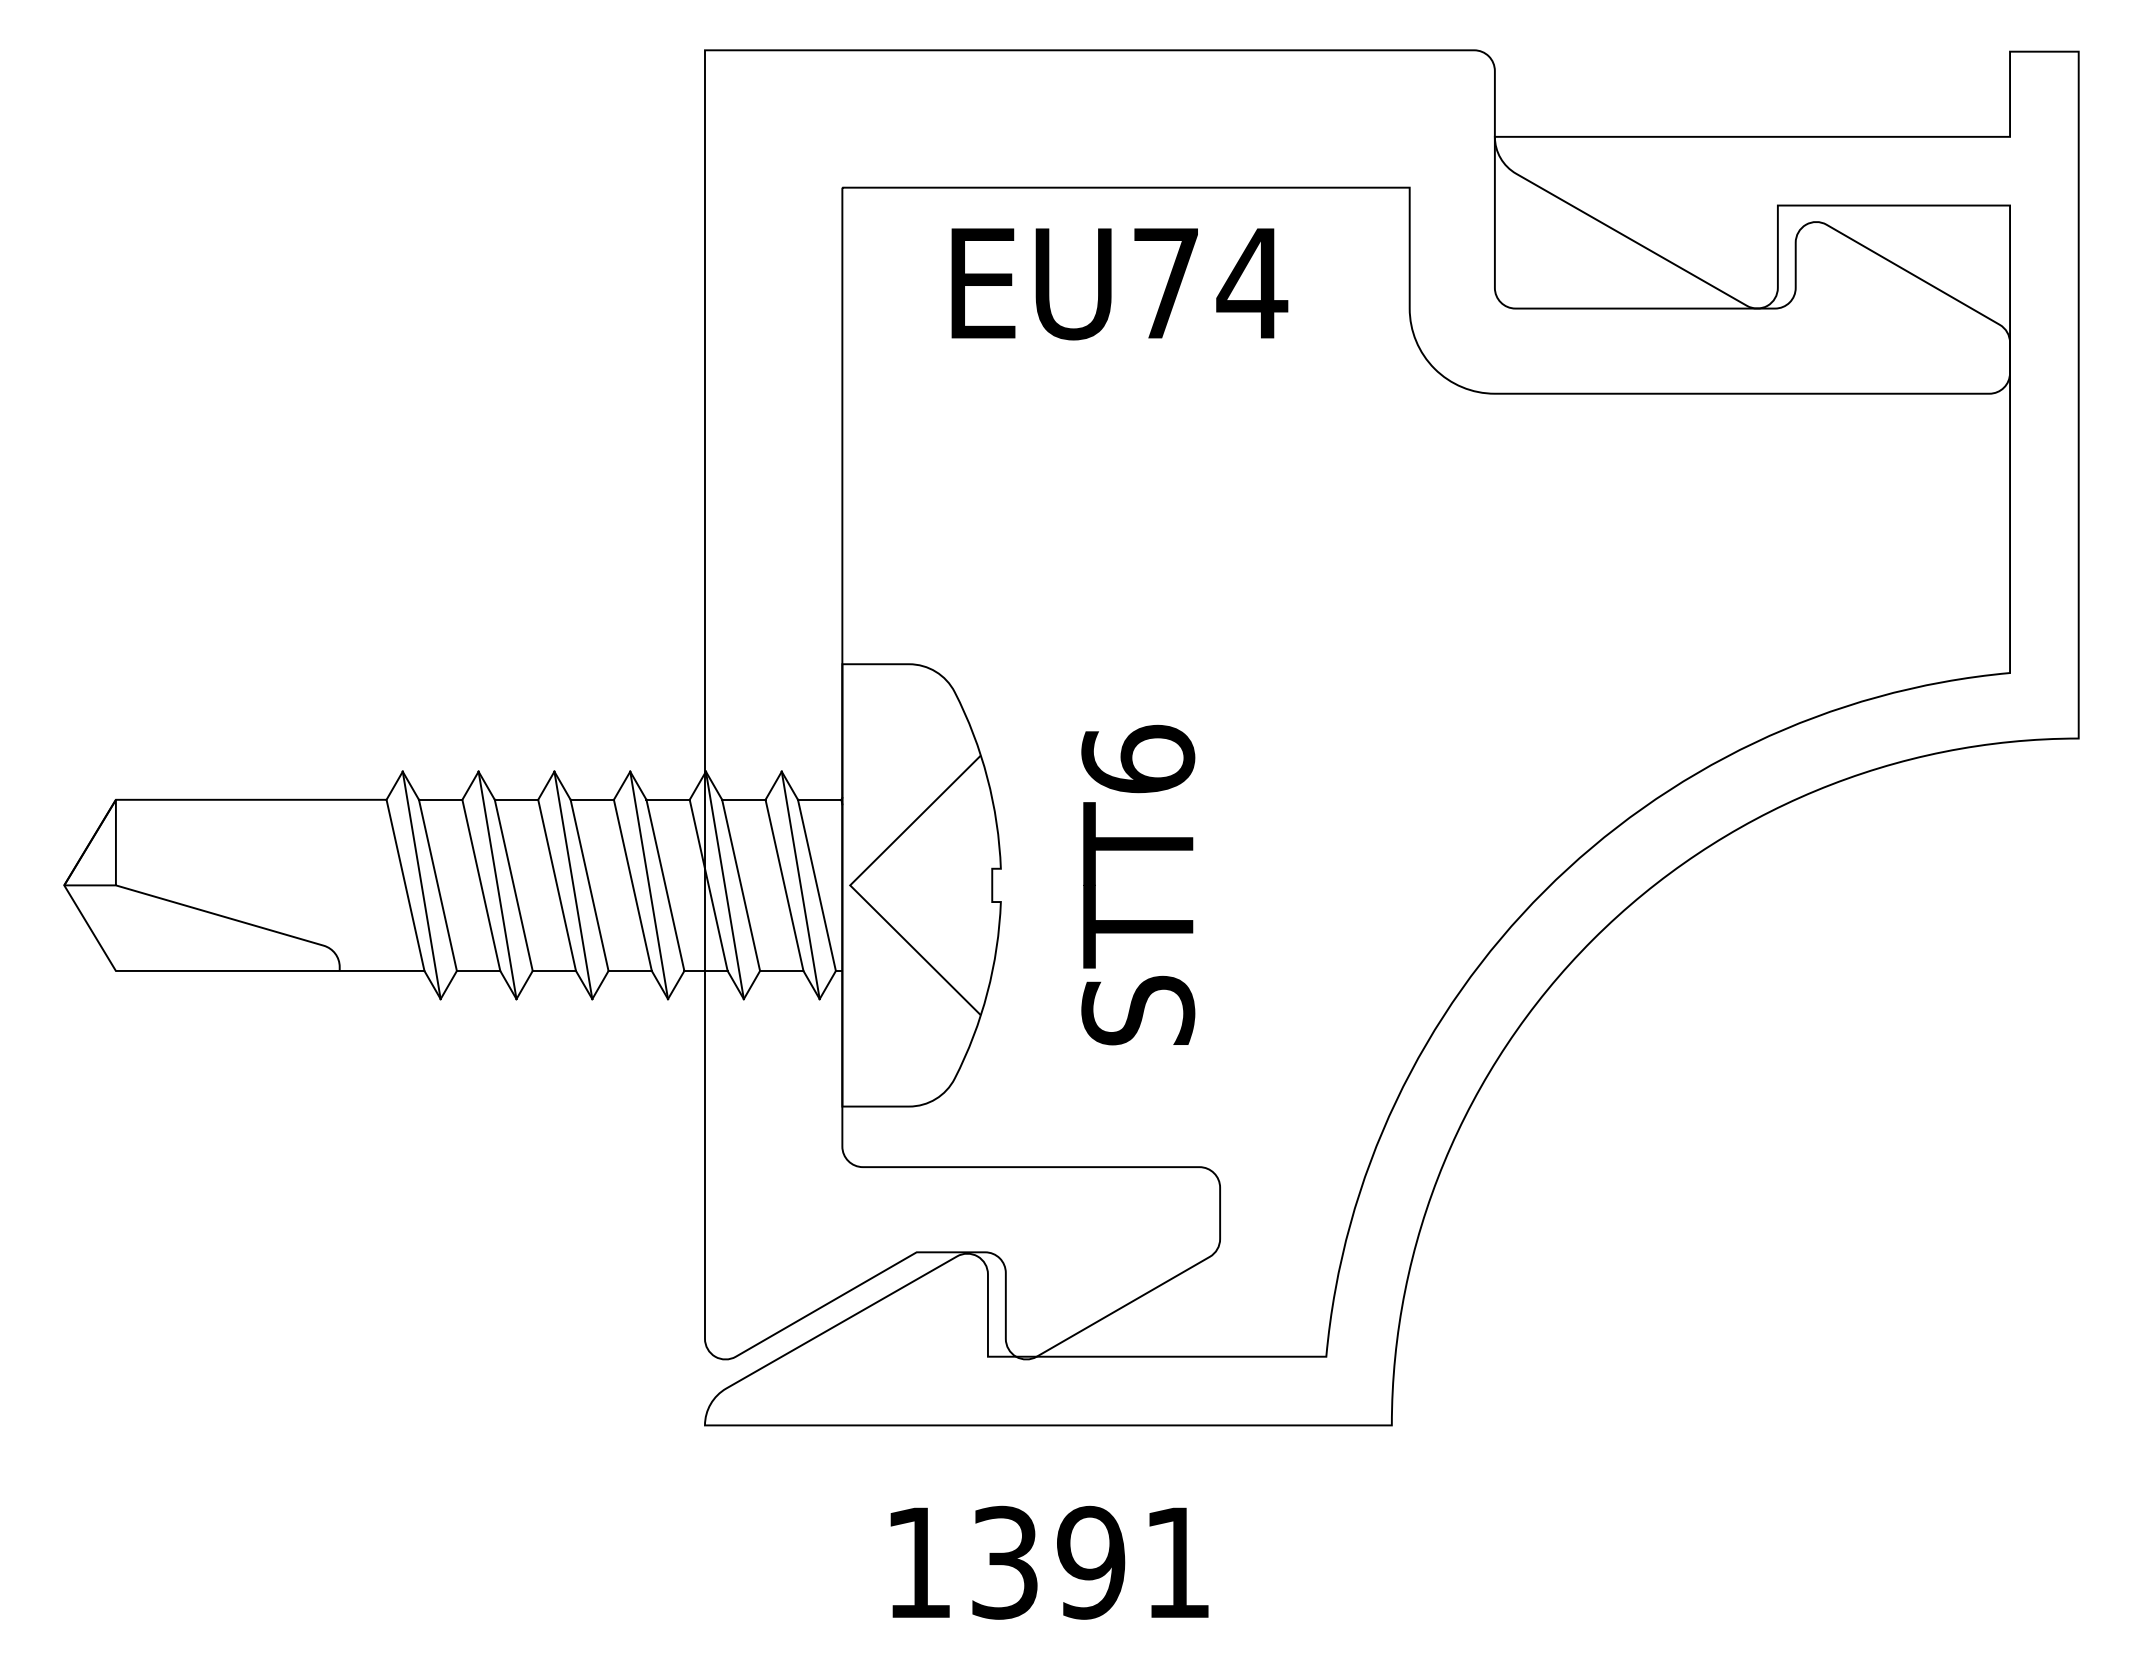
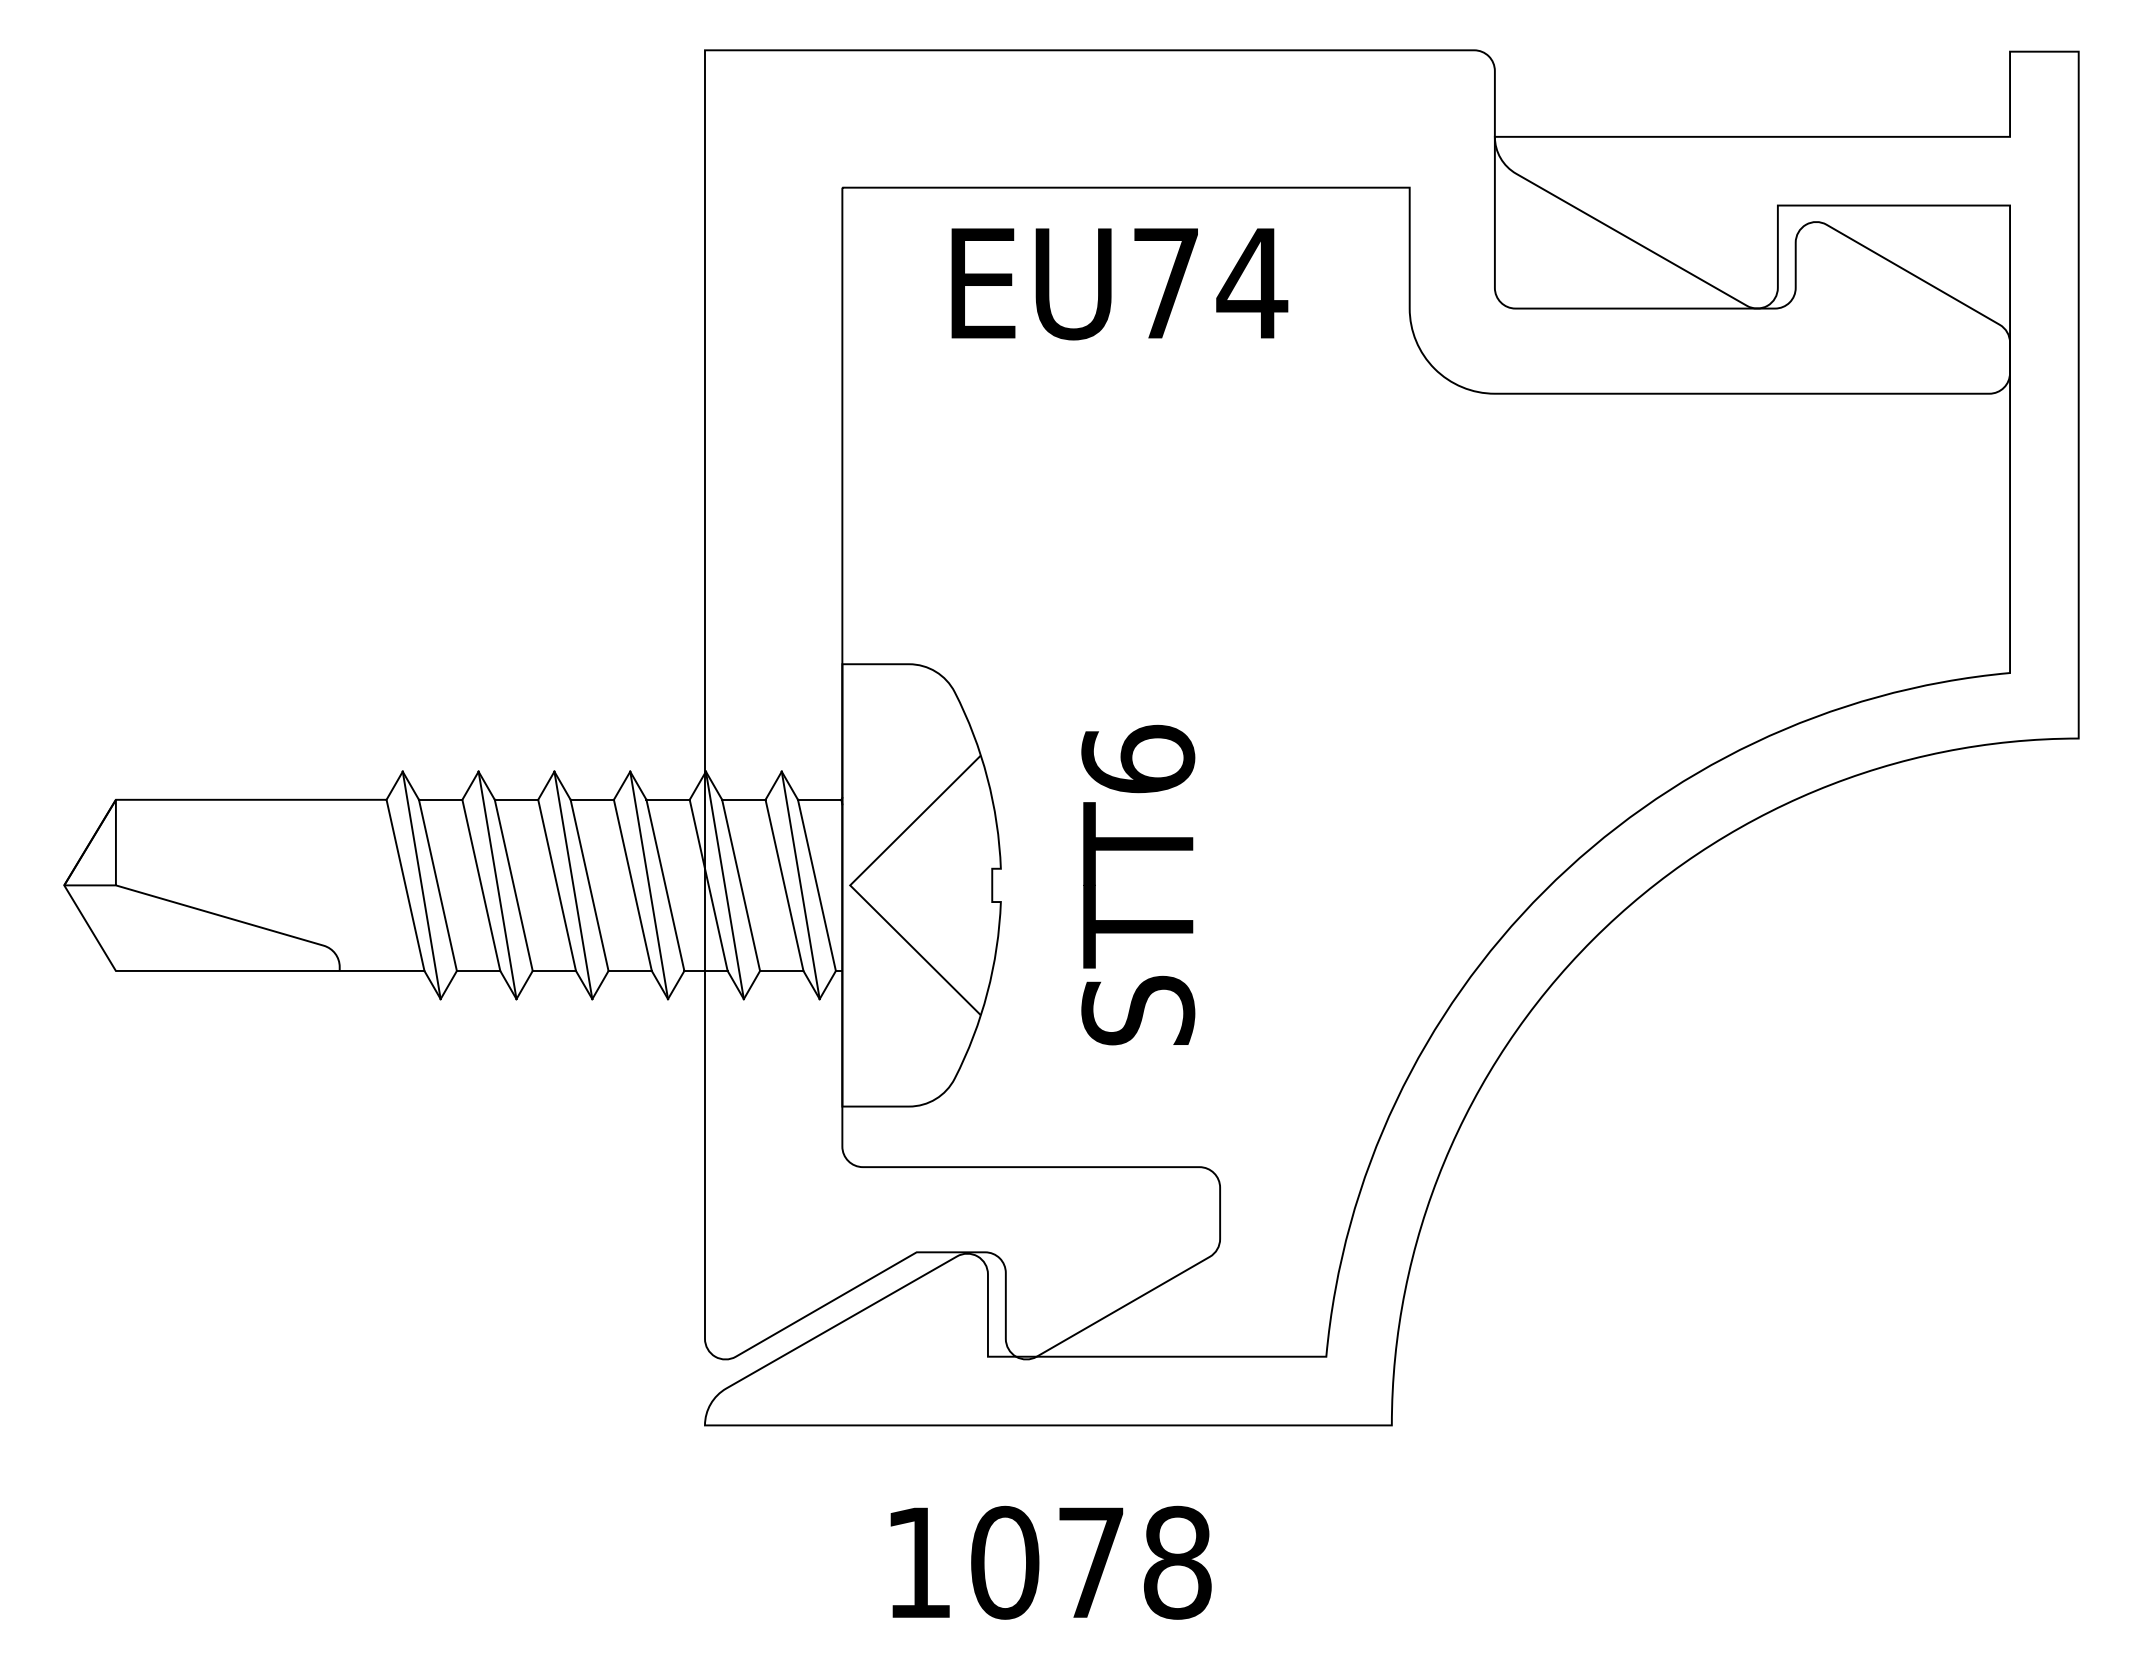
text at (1091, 1562): 1391 -> 1078
